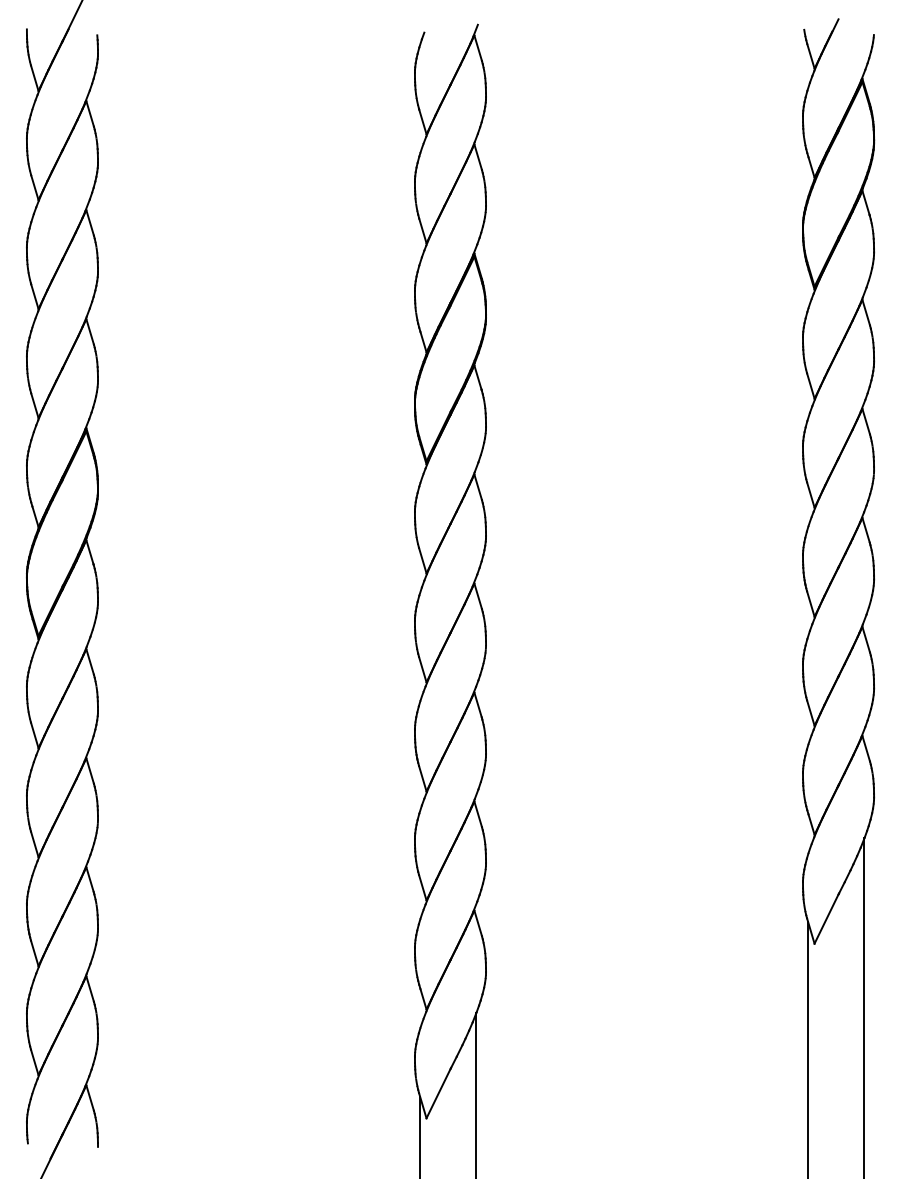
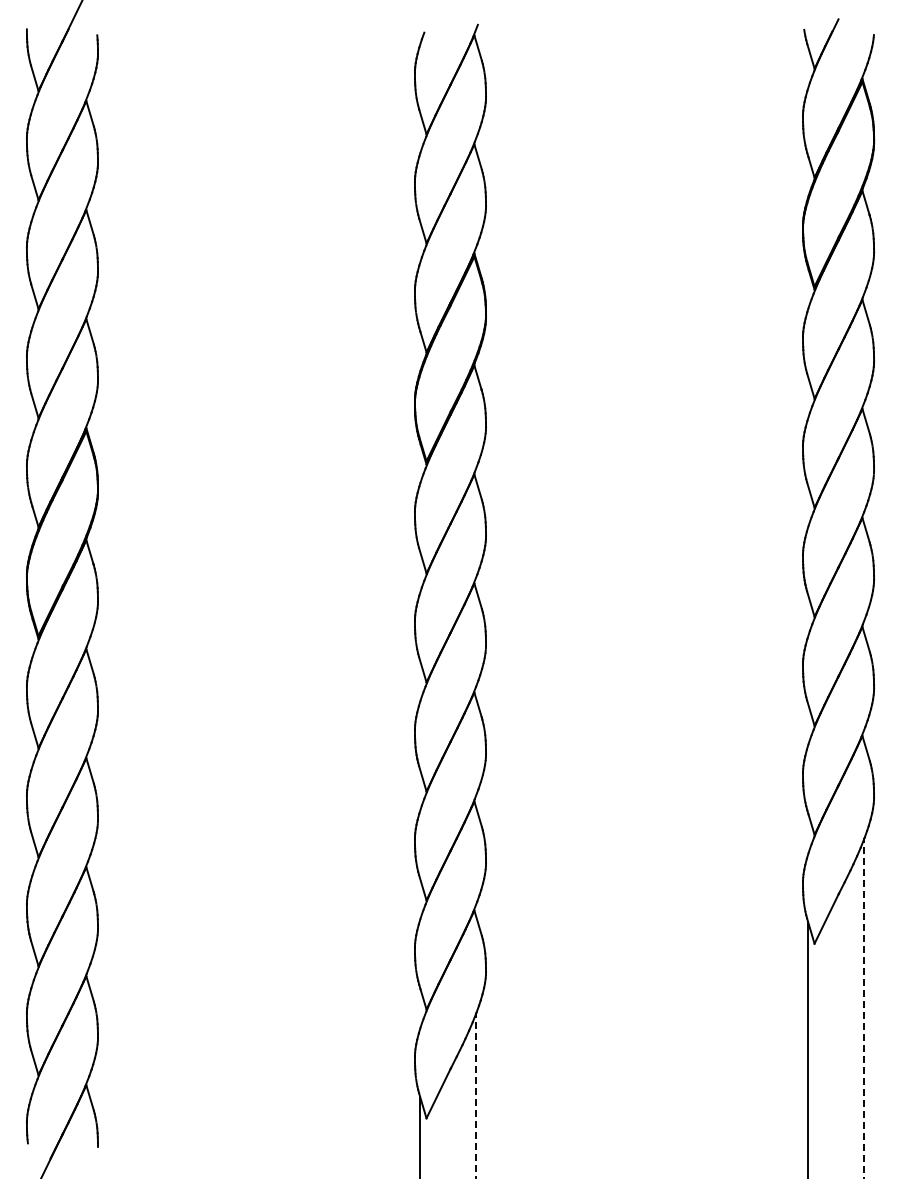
line at (864, 1008): solid -> dashed
line at (476, 1095): solid -> dashed
